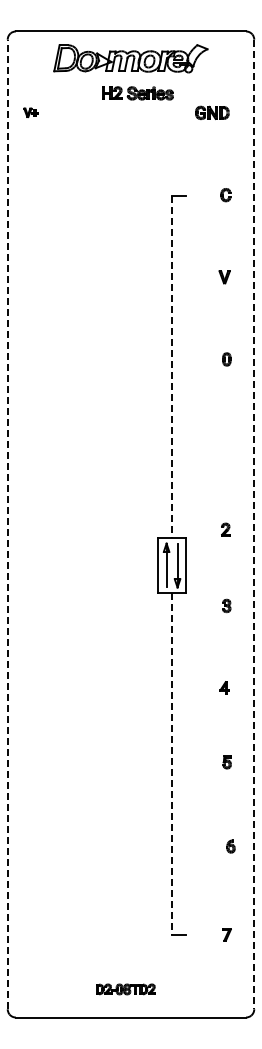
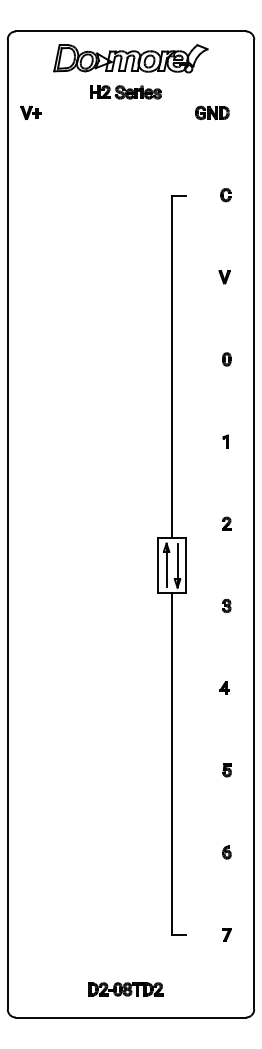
part at (137, 93) position: (137, 93) -> (125, 92)
part at (30, 112) size: 16x12 px -> 22x15 px
line at (172, 367): dashed -> solid
part at (225, 441): none -> present
line at (7, 524): dashed -> solid
line at (254, 524): dashed -> solid
part at (225, 529) position: (225, 529) -> (226, 523)
part at (226, 762) position: (226, 762) -> (226, 770)
line at (172, 764): dashed -> solid
part at (230, 846) position: (230, 846) -> (226, 852)
part at (125, 989) size: 60x13 px -> 76x15 px
